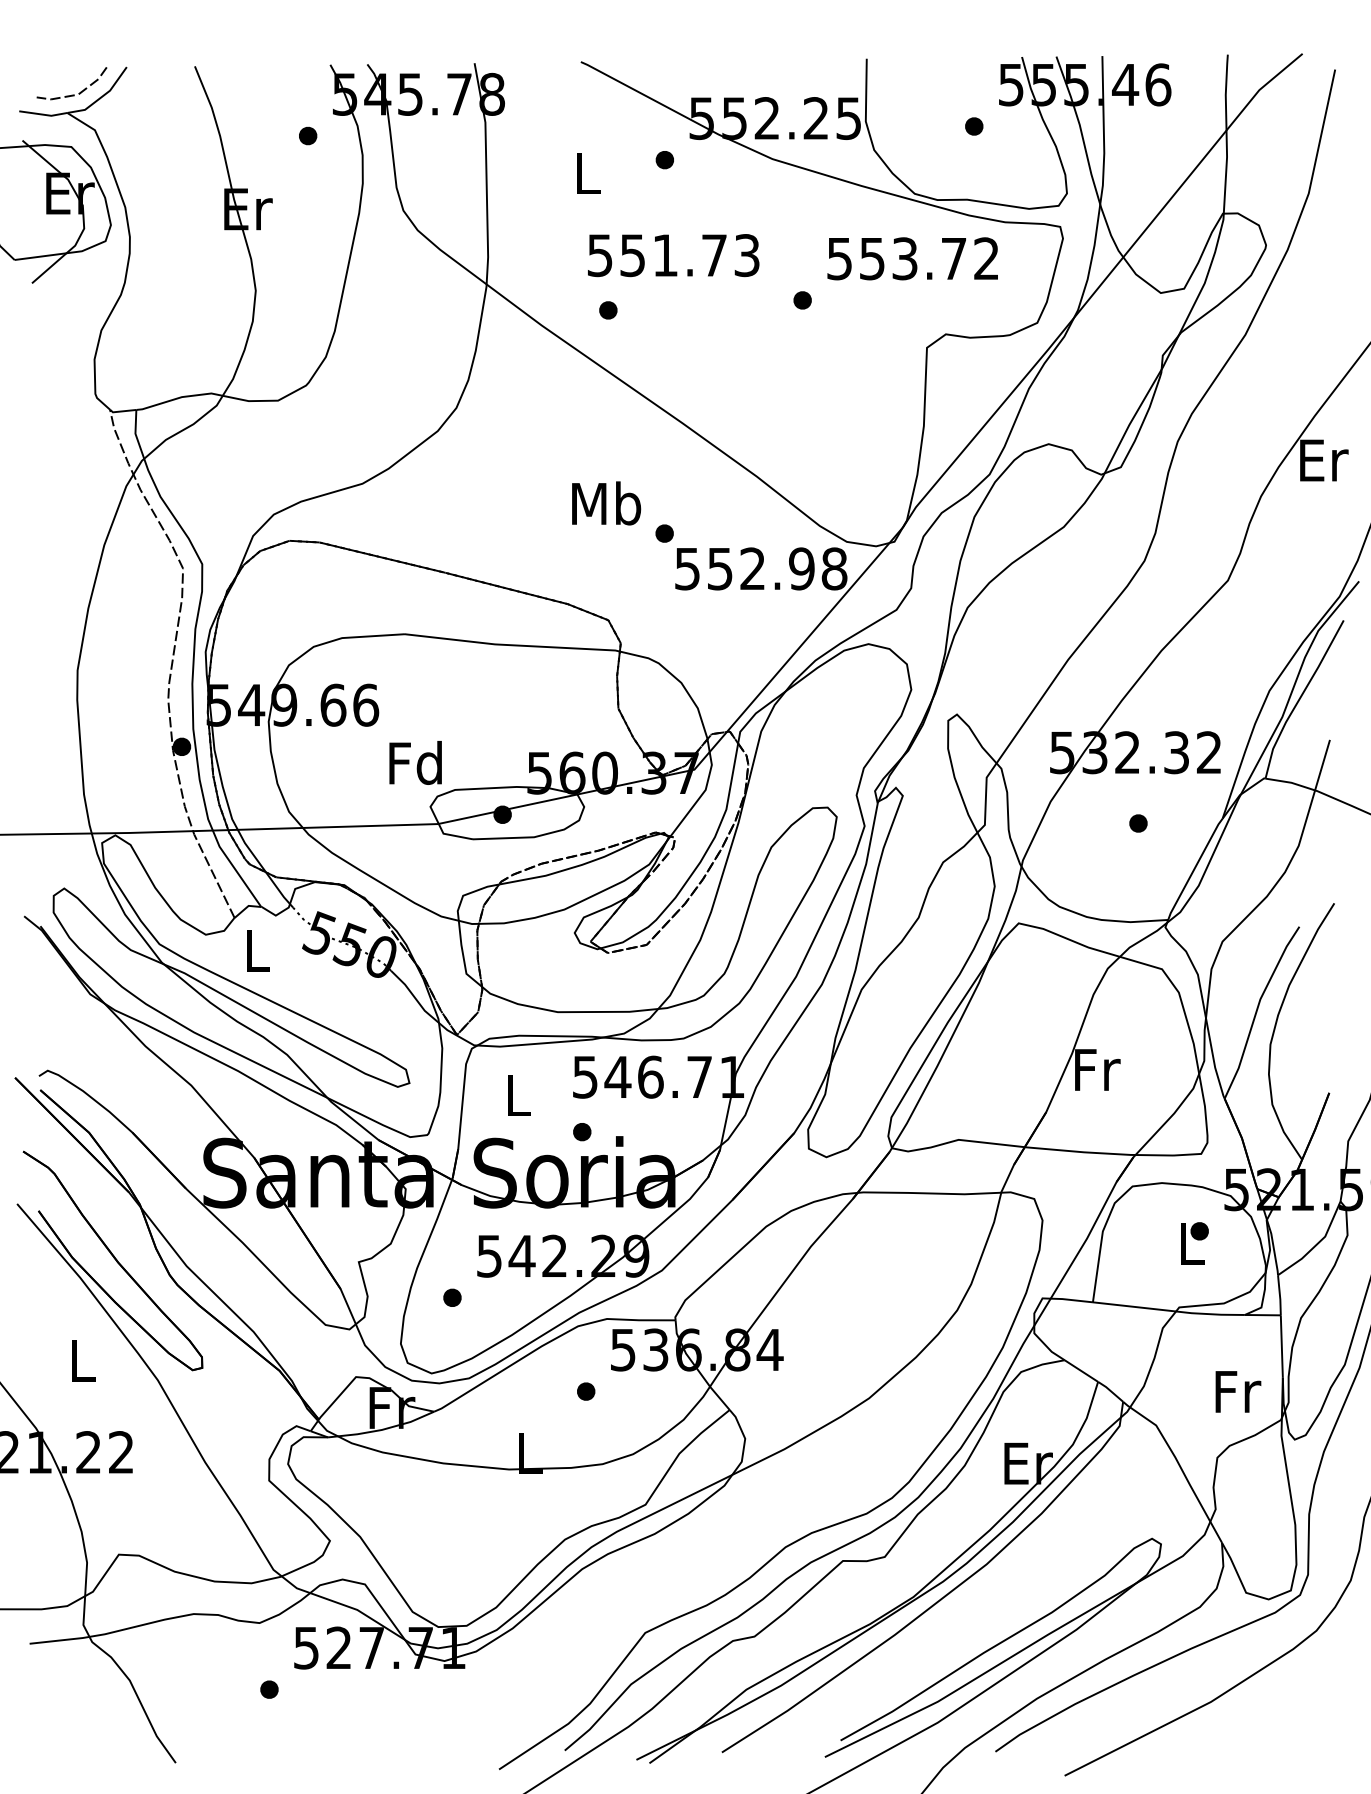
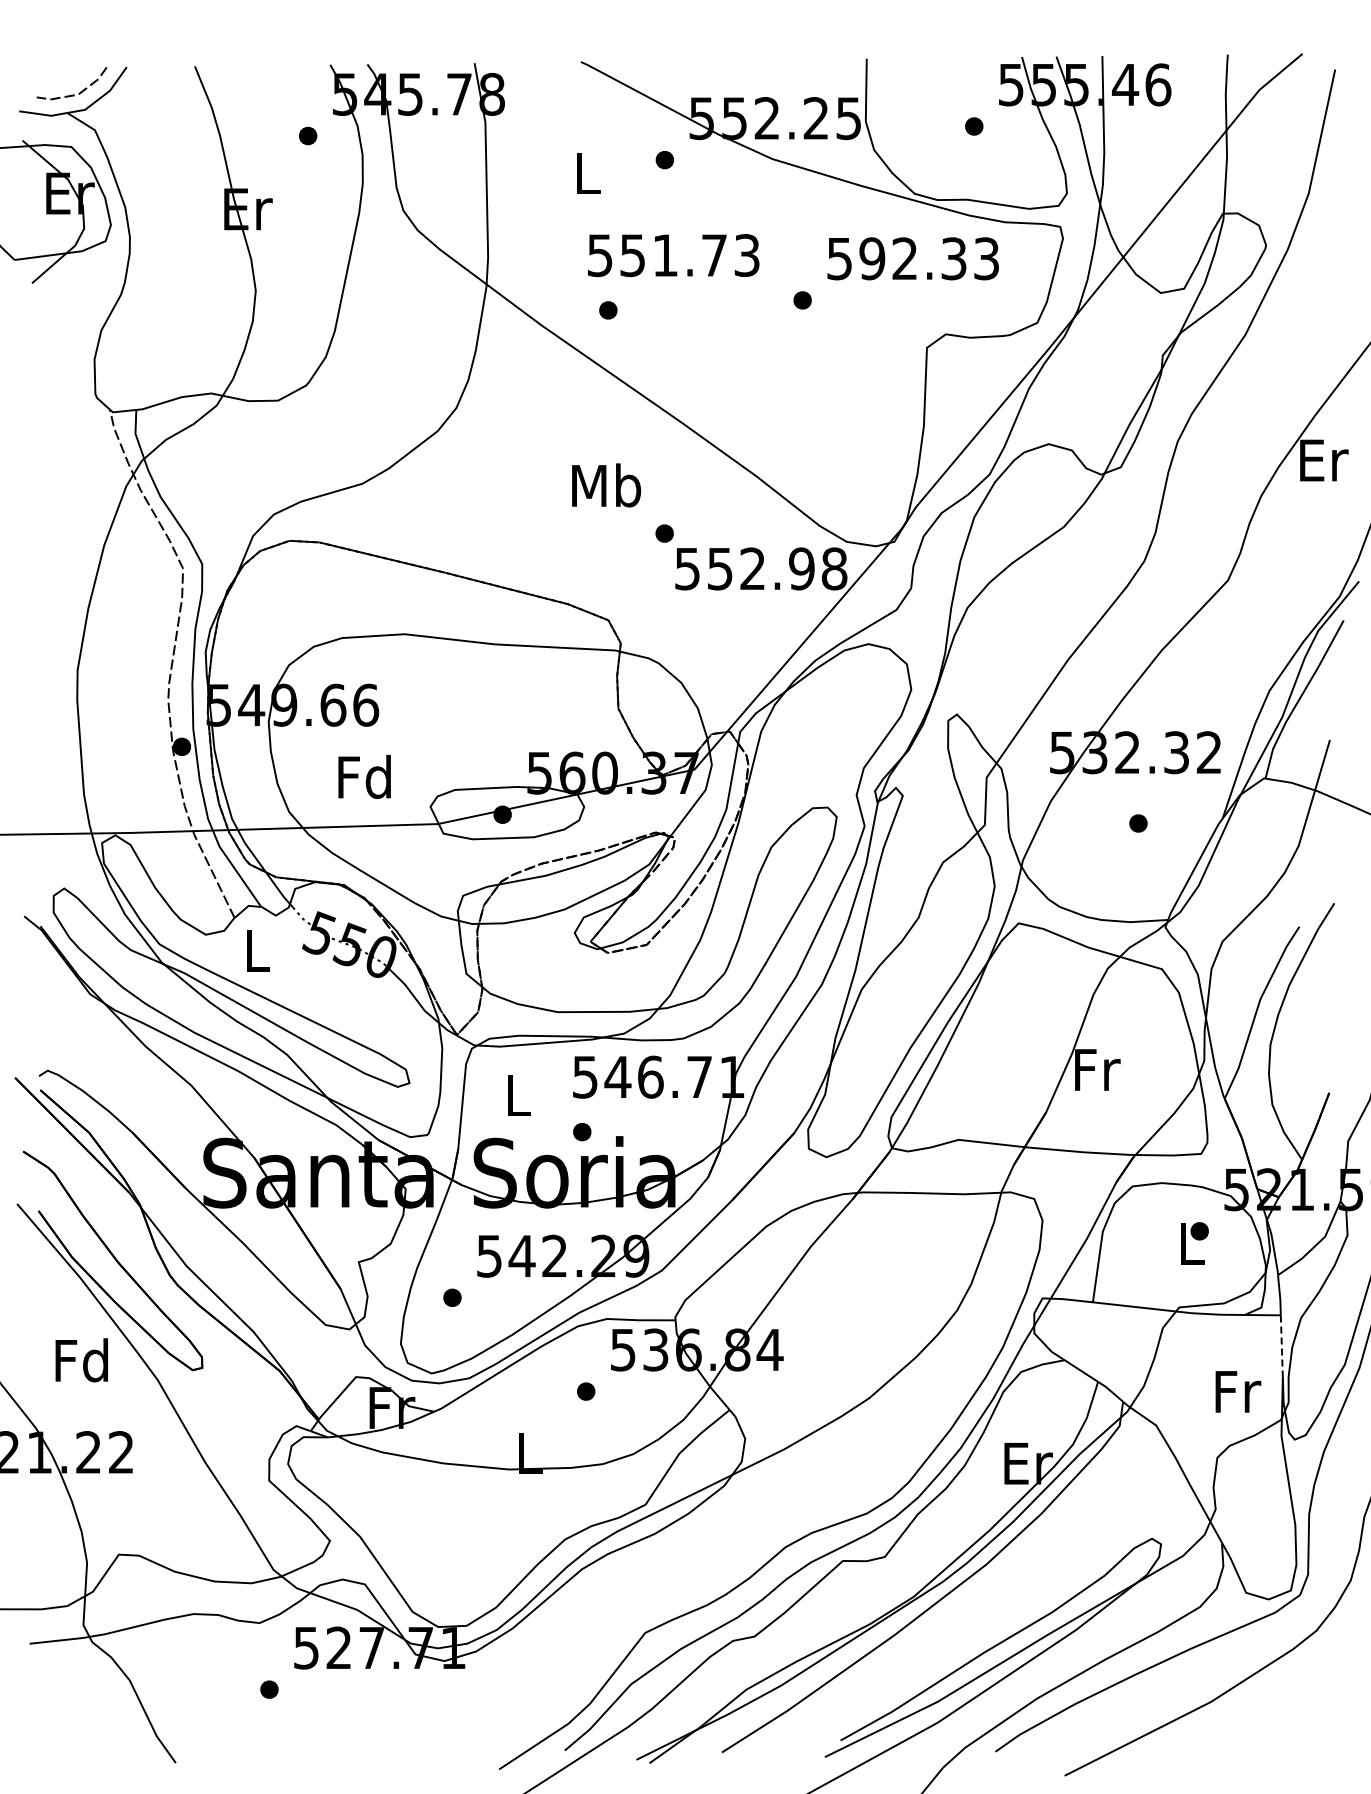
text at (928, 258): 553.72 -> 592.33
text at (606, 503) position: (606, 503) -> (606, 485)
text at (415, 762) position: (415, 762) -> (364, 776)
line at (1281, 1345): solid -> dashed
text at (81, 1360): L -> Fd
